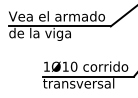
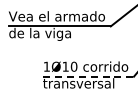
line at (88, 76): solid -> dashed
